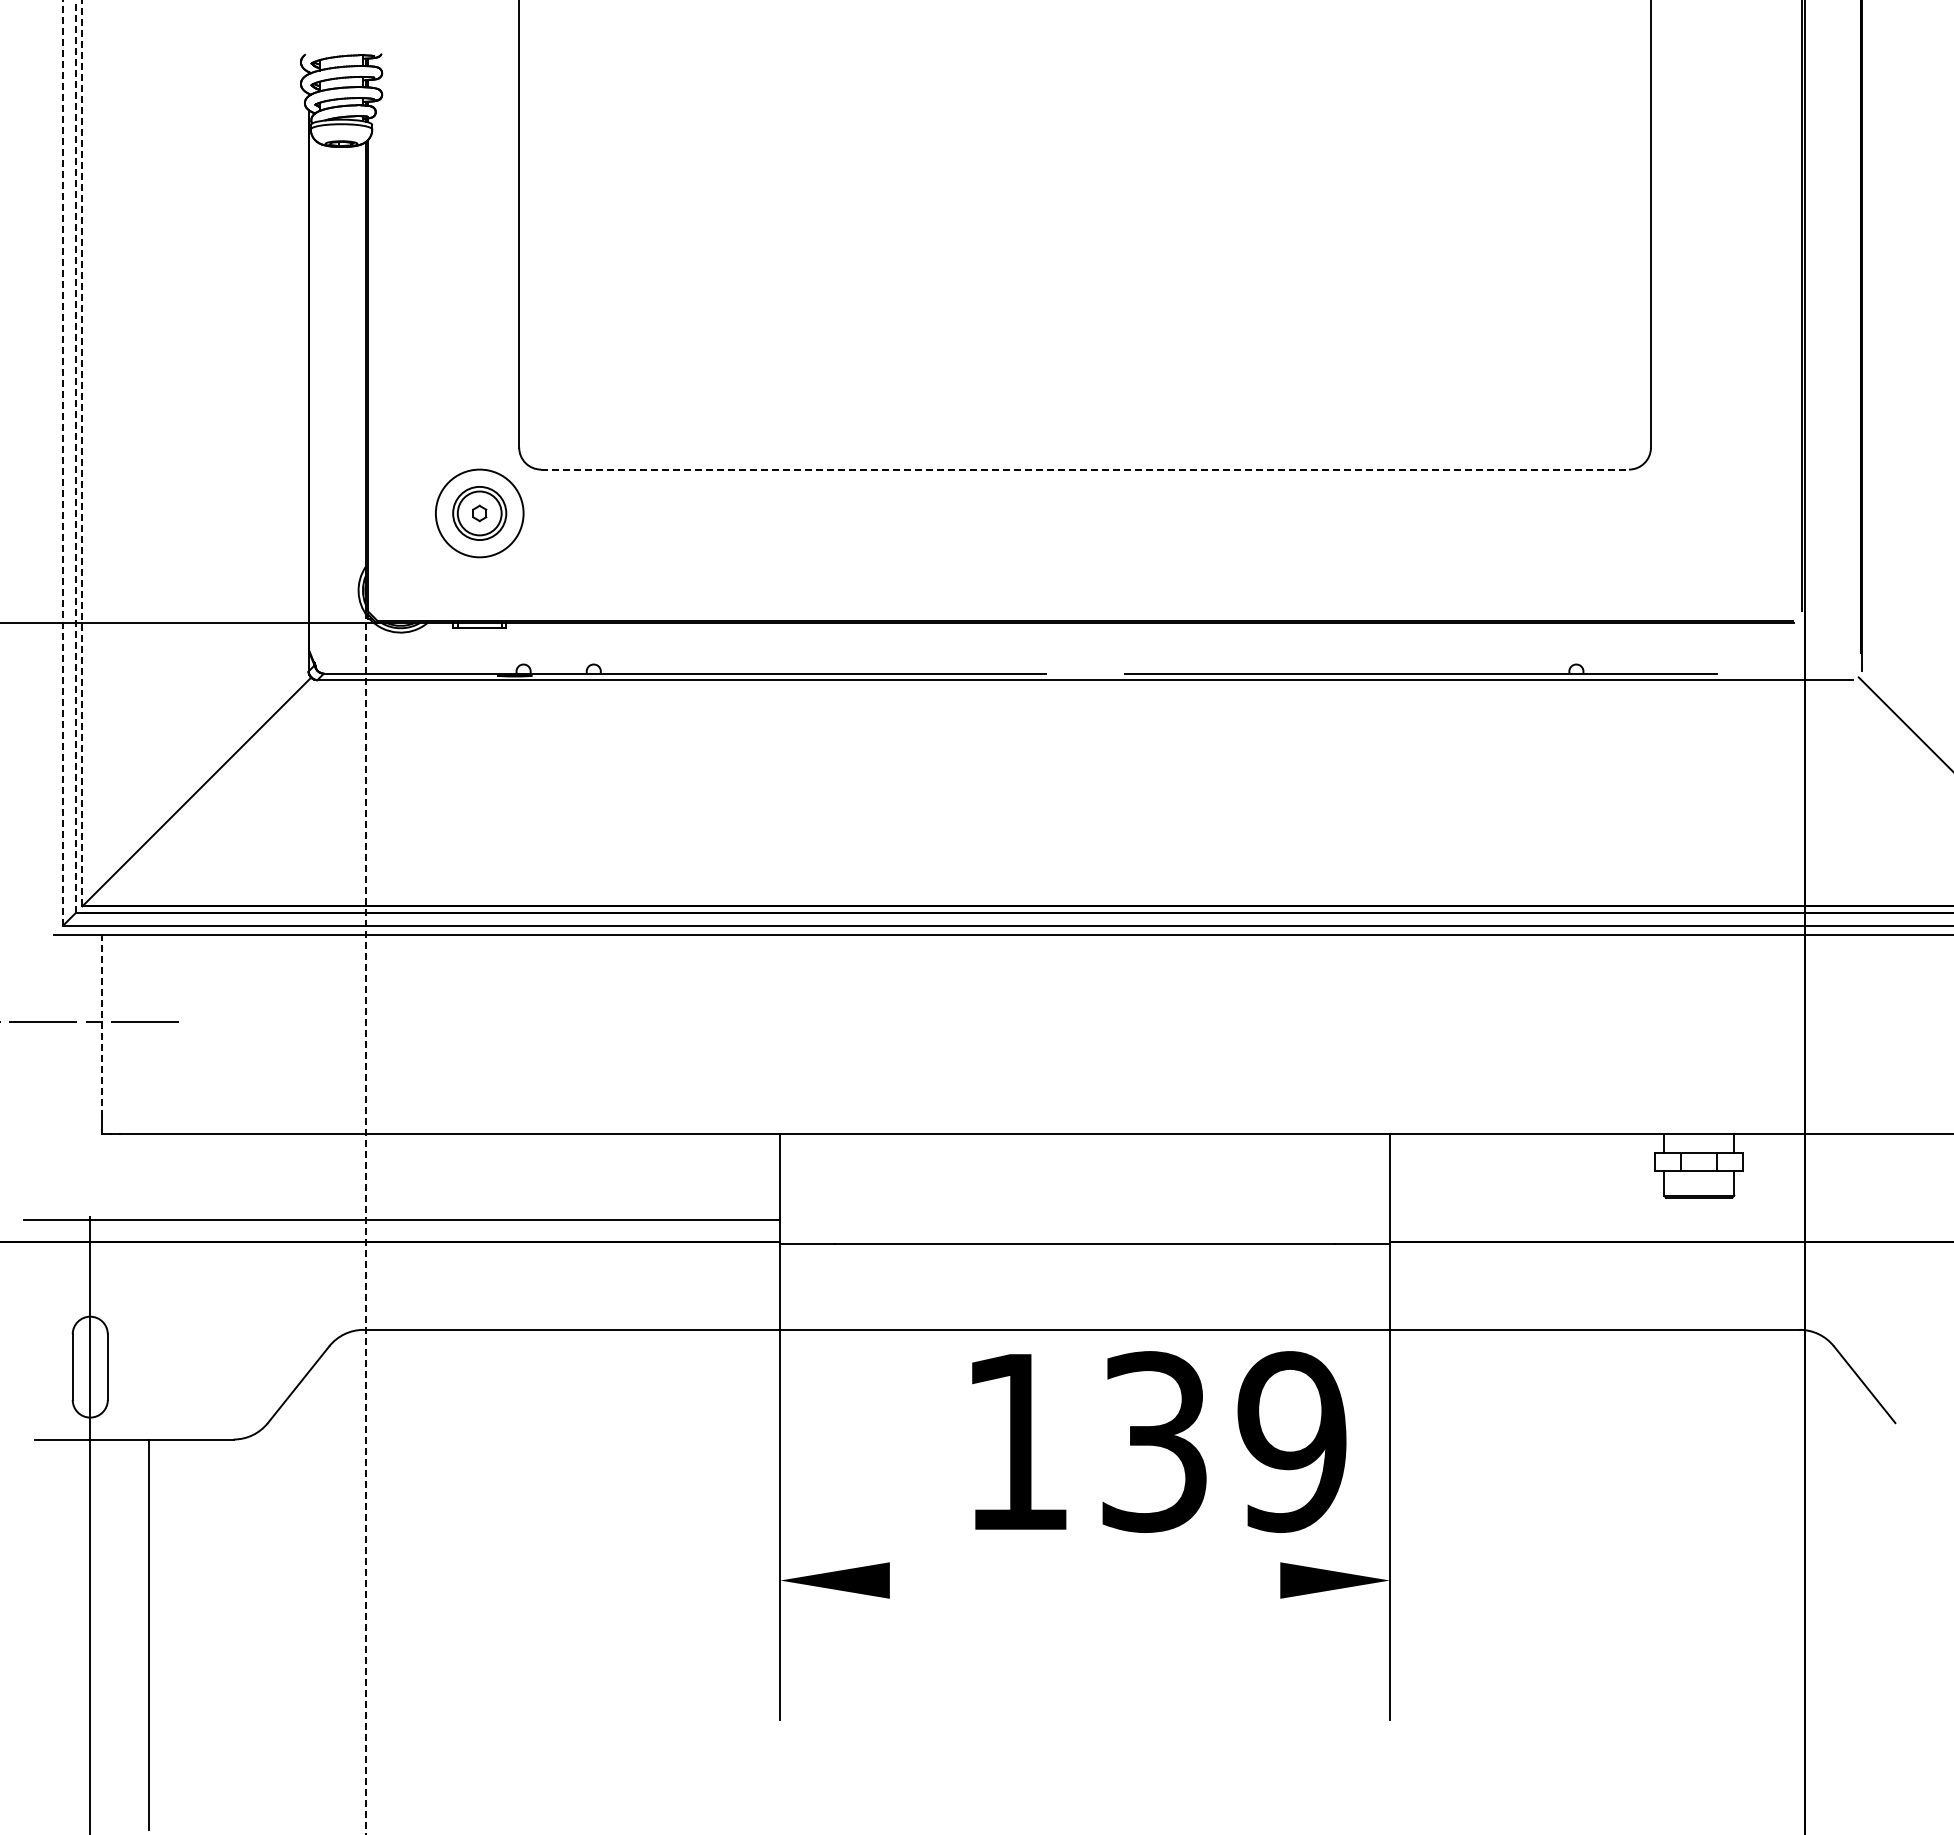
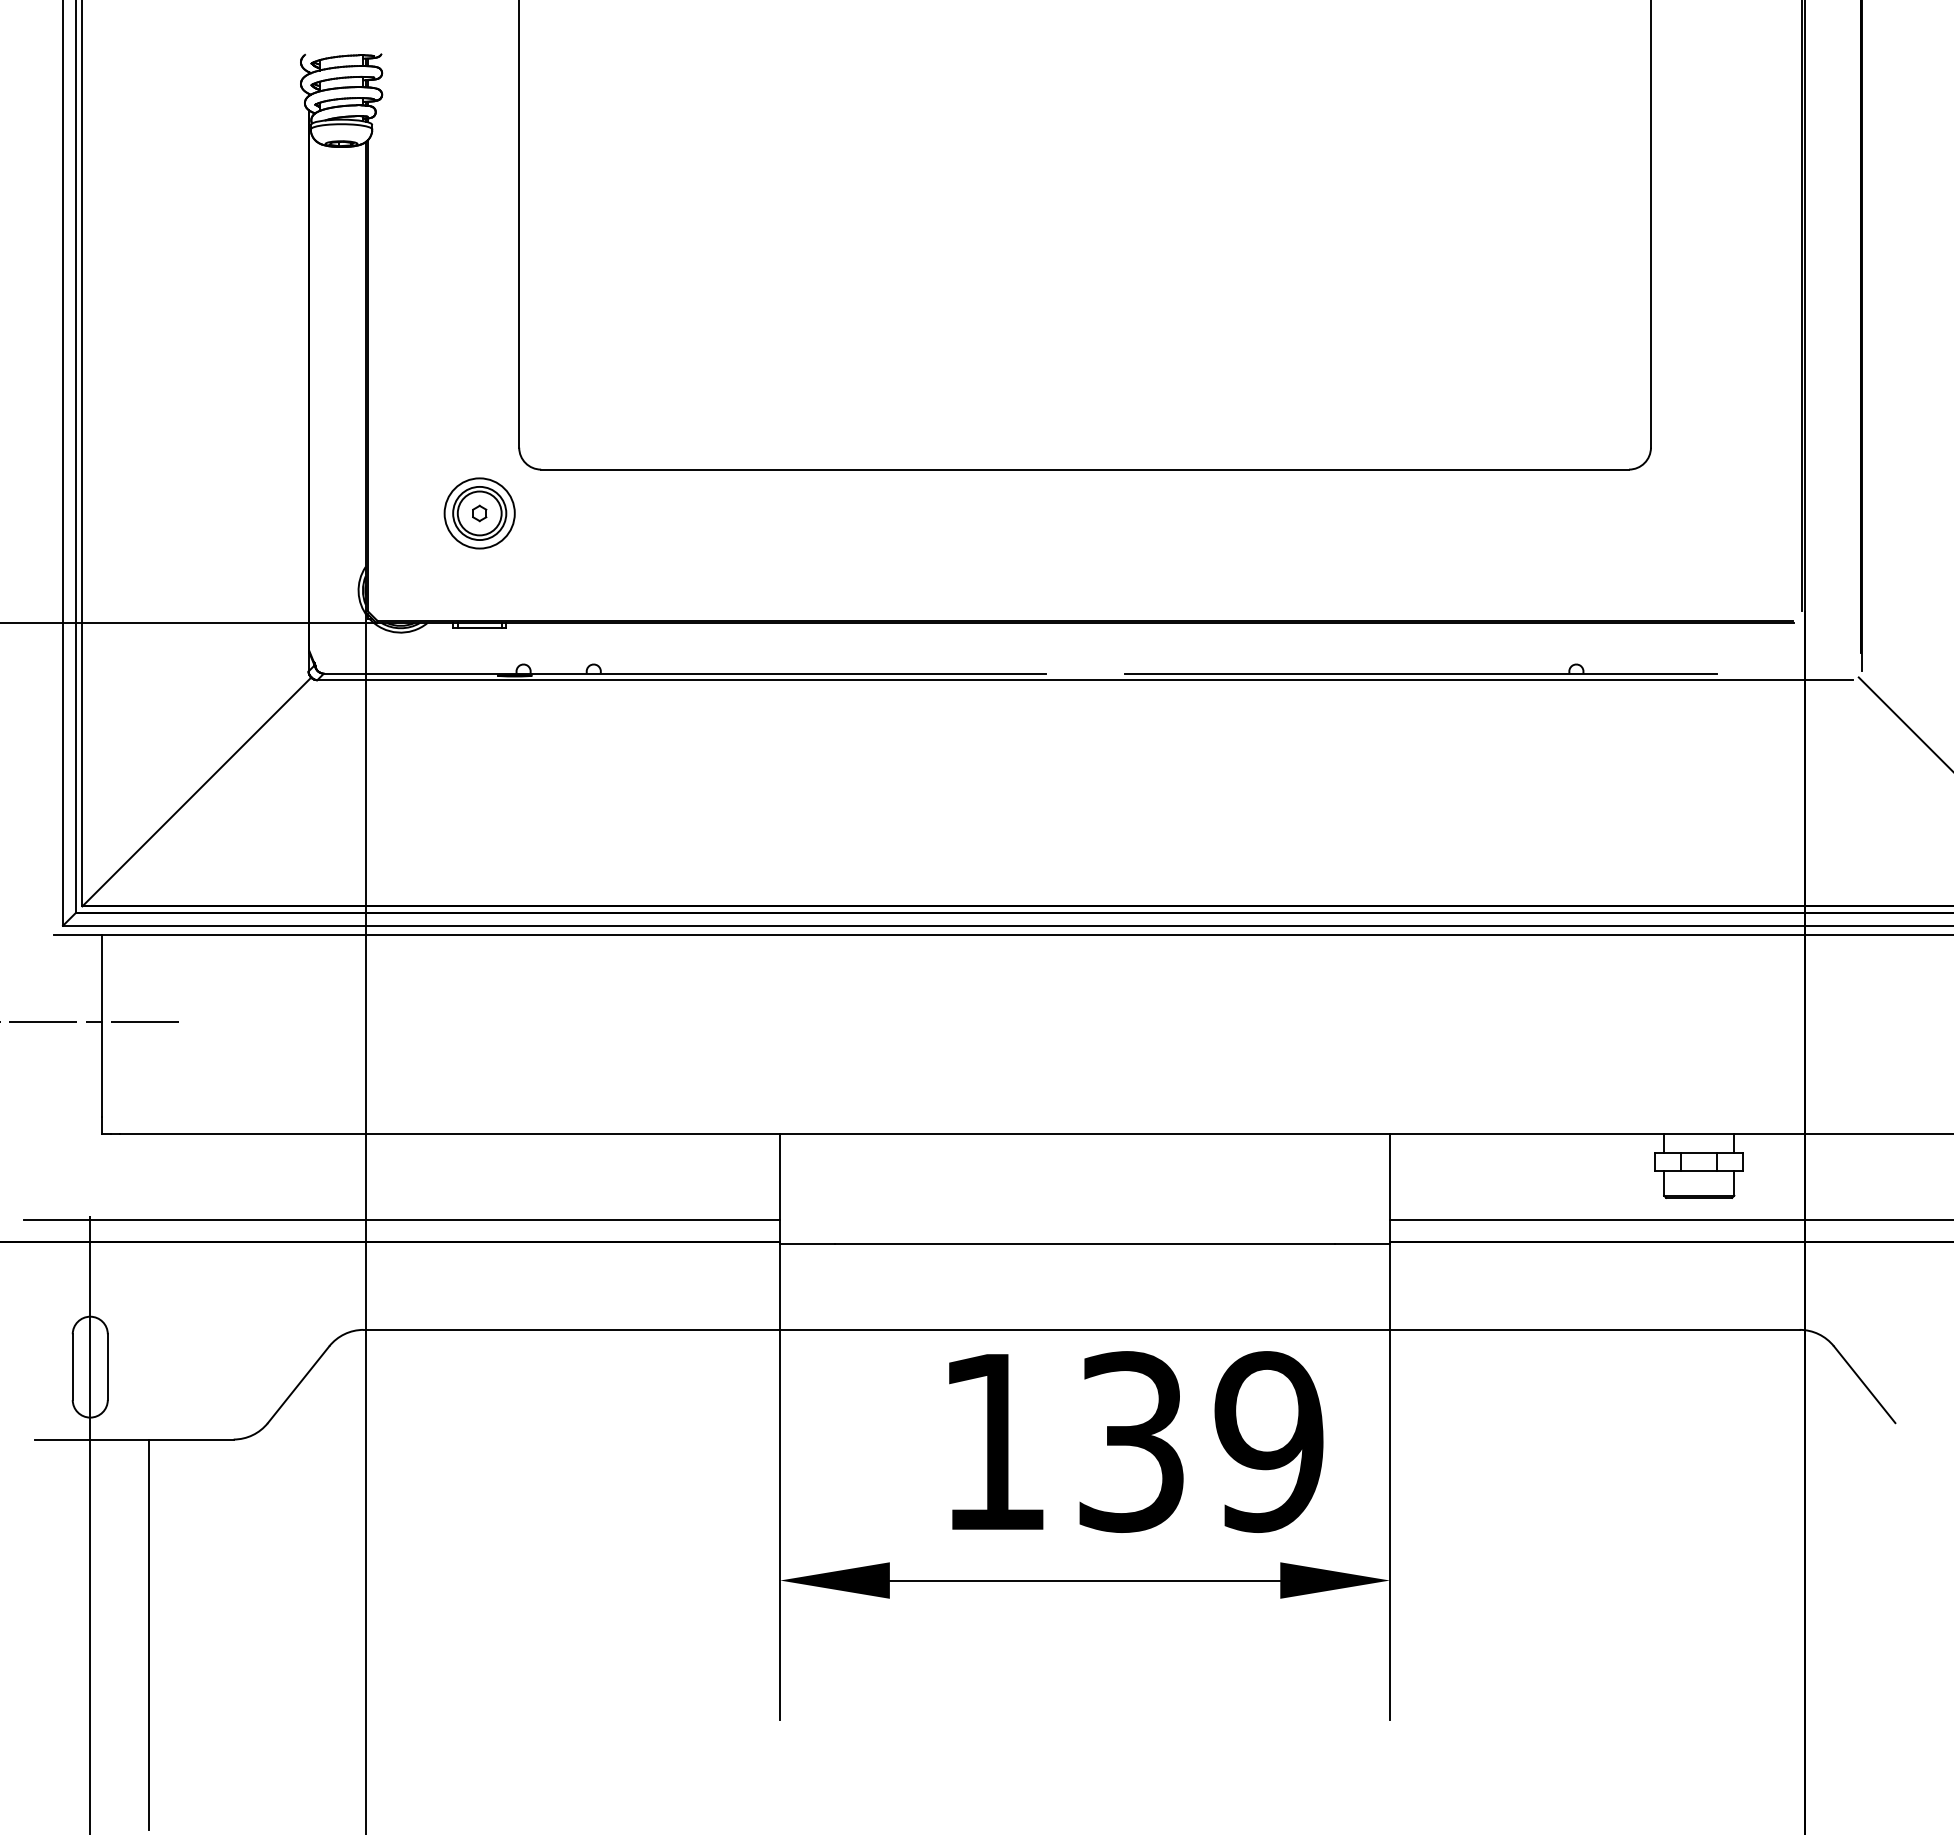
line at (82, 453): dashed -> solid
line at (76, 456): dashed -> solid
line at (63, 462): dashed -> solid
line at (1085, 469): dashed -> solid
circle at (479, 513) diameter: 88 px -> 70 px
line at (102, 1025): dashed -> solid
line at (1669, 1219): none -> present
line at (365, 1224): dashed -> solid
text at (1159, 1441) position: (1159, 1441) -> (1136, 1441)
line at (1084, 1580): none -> present
